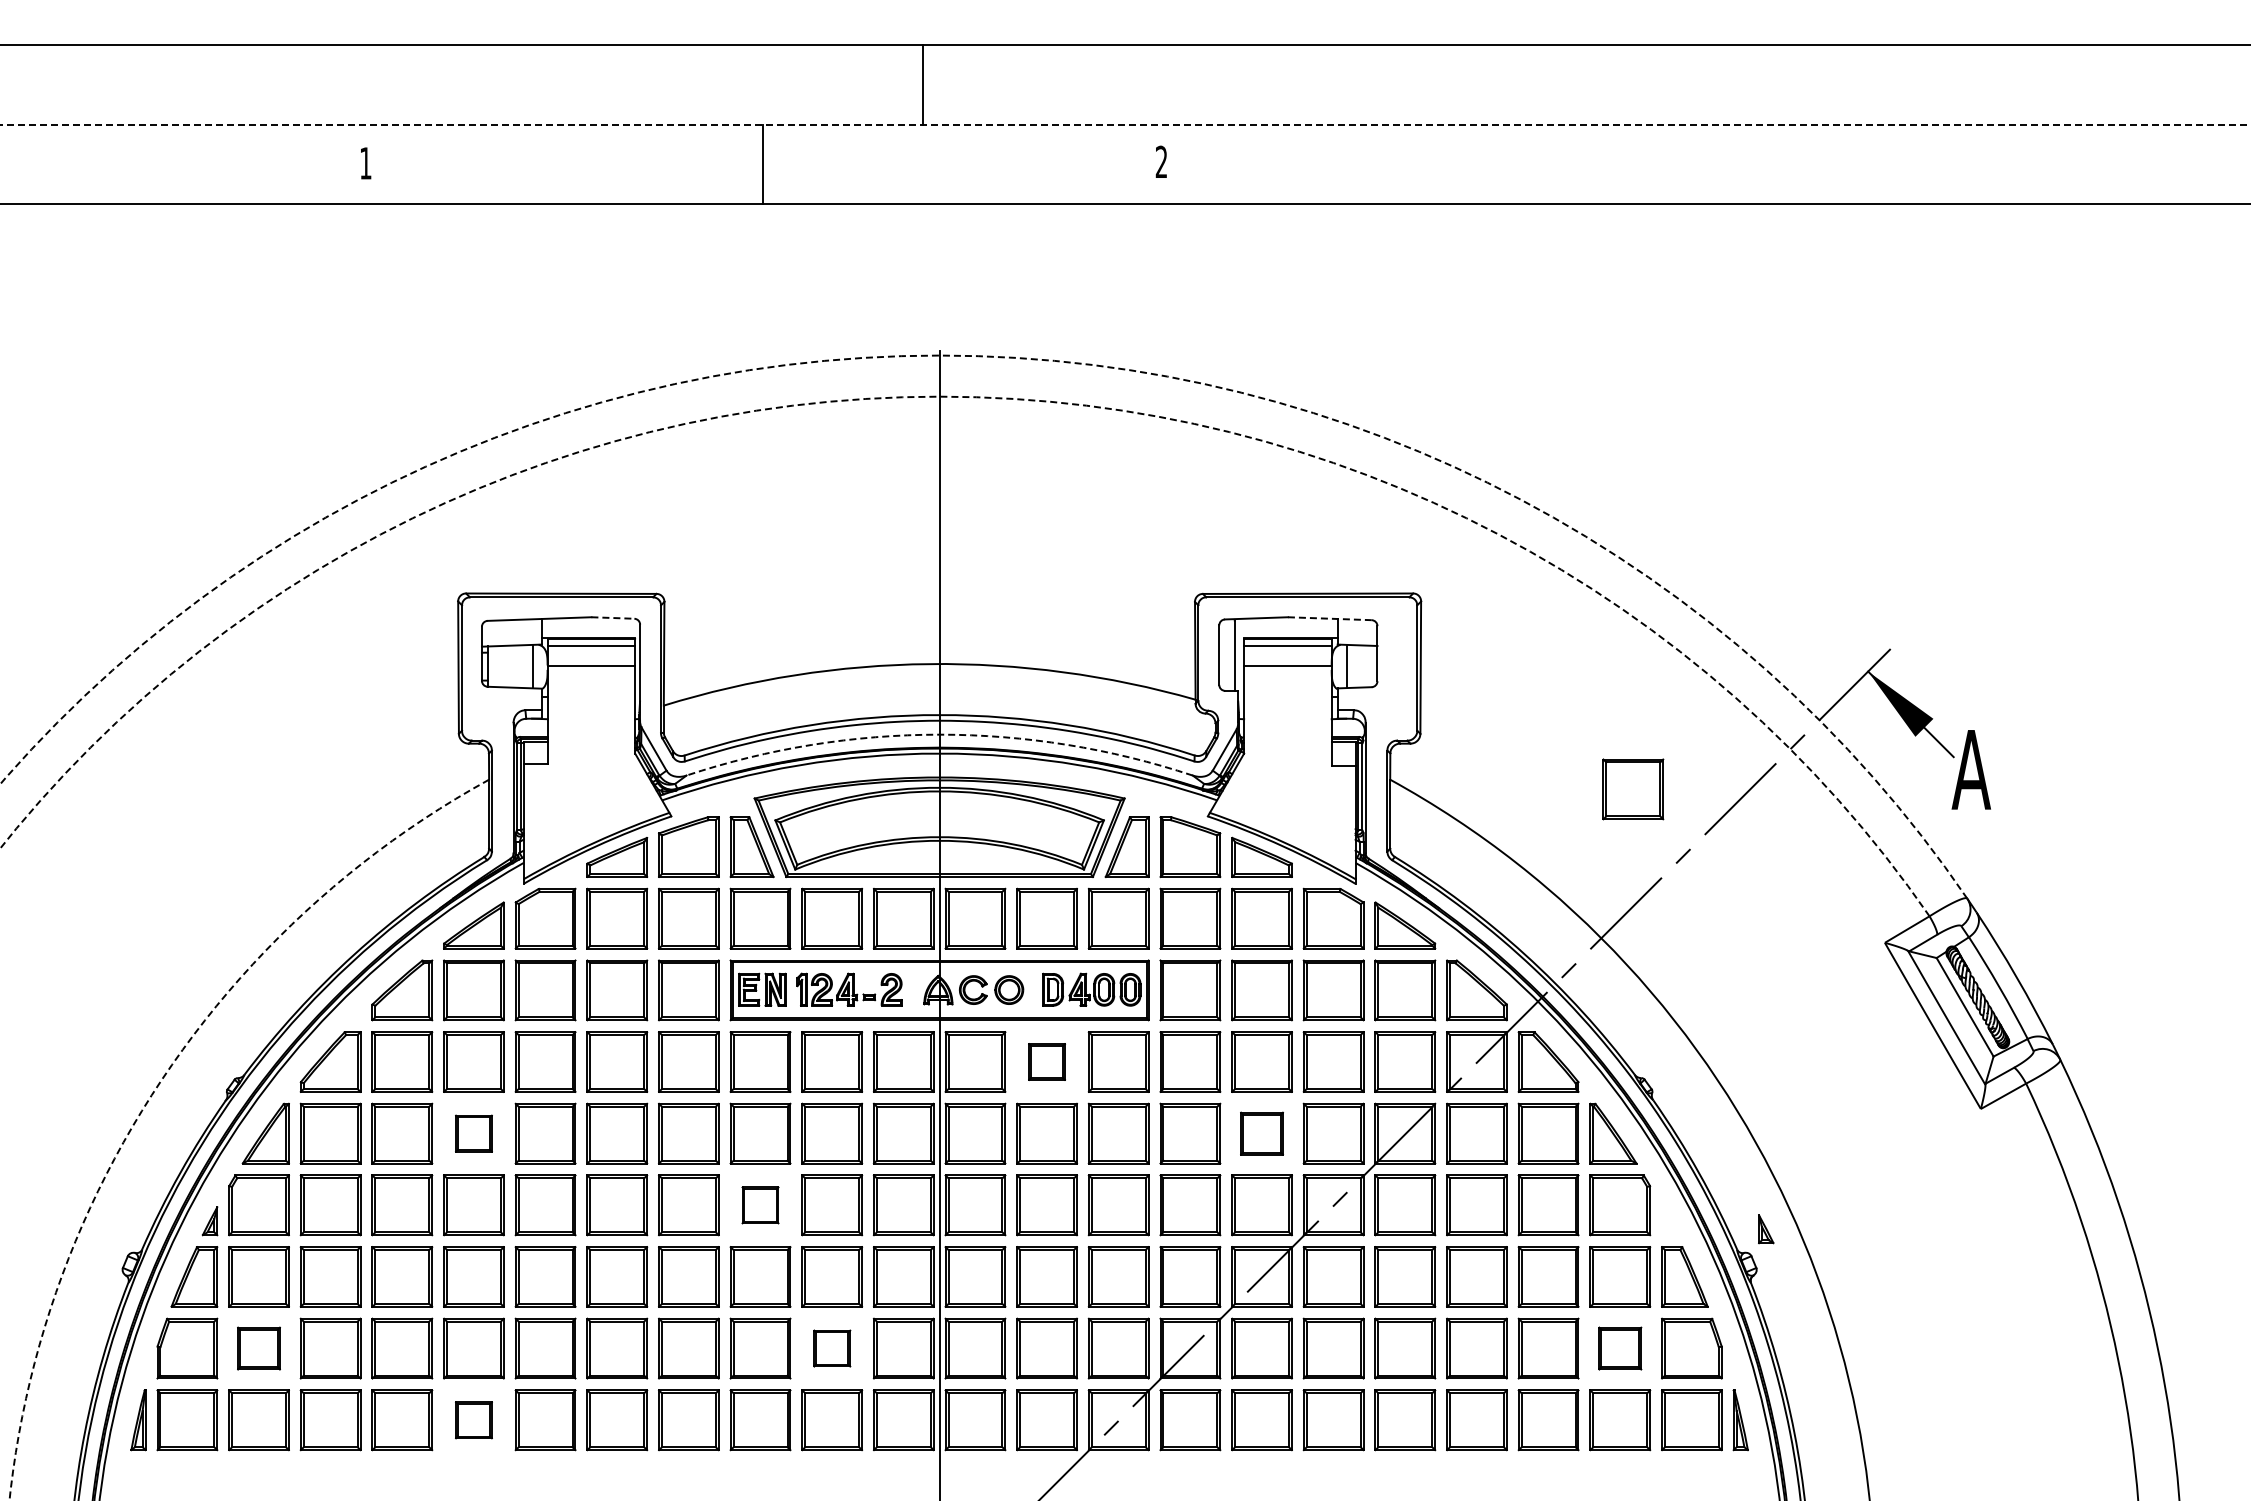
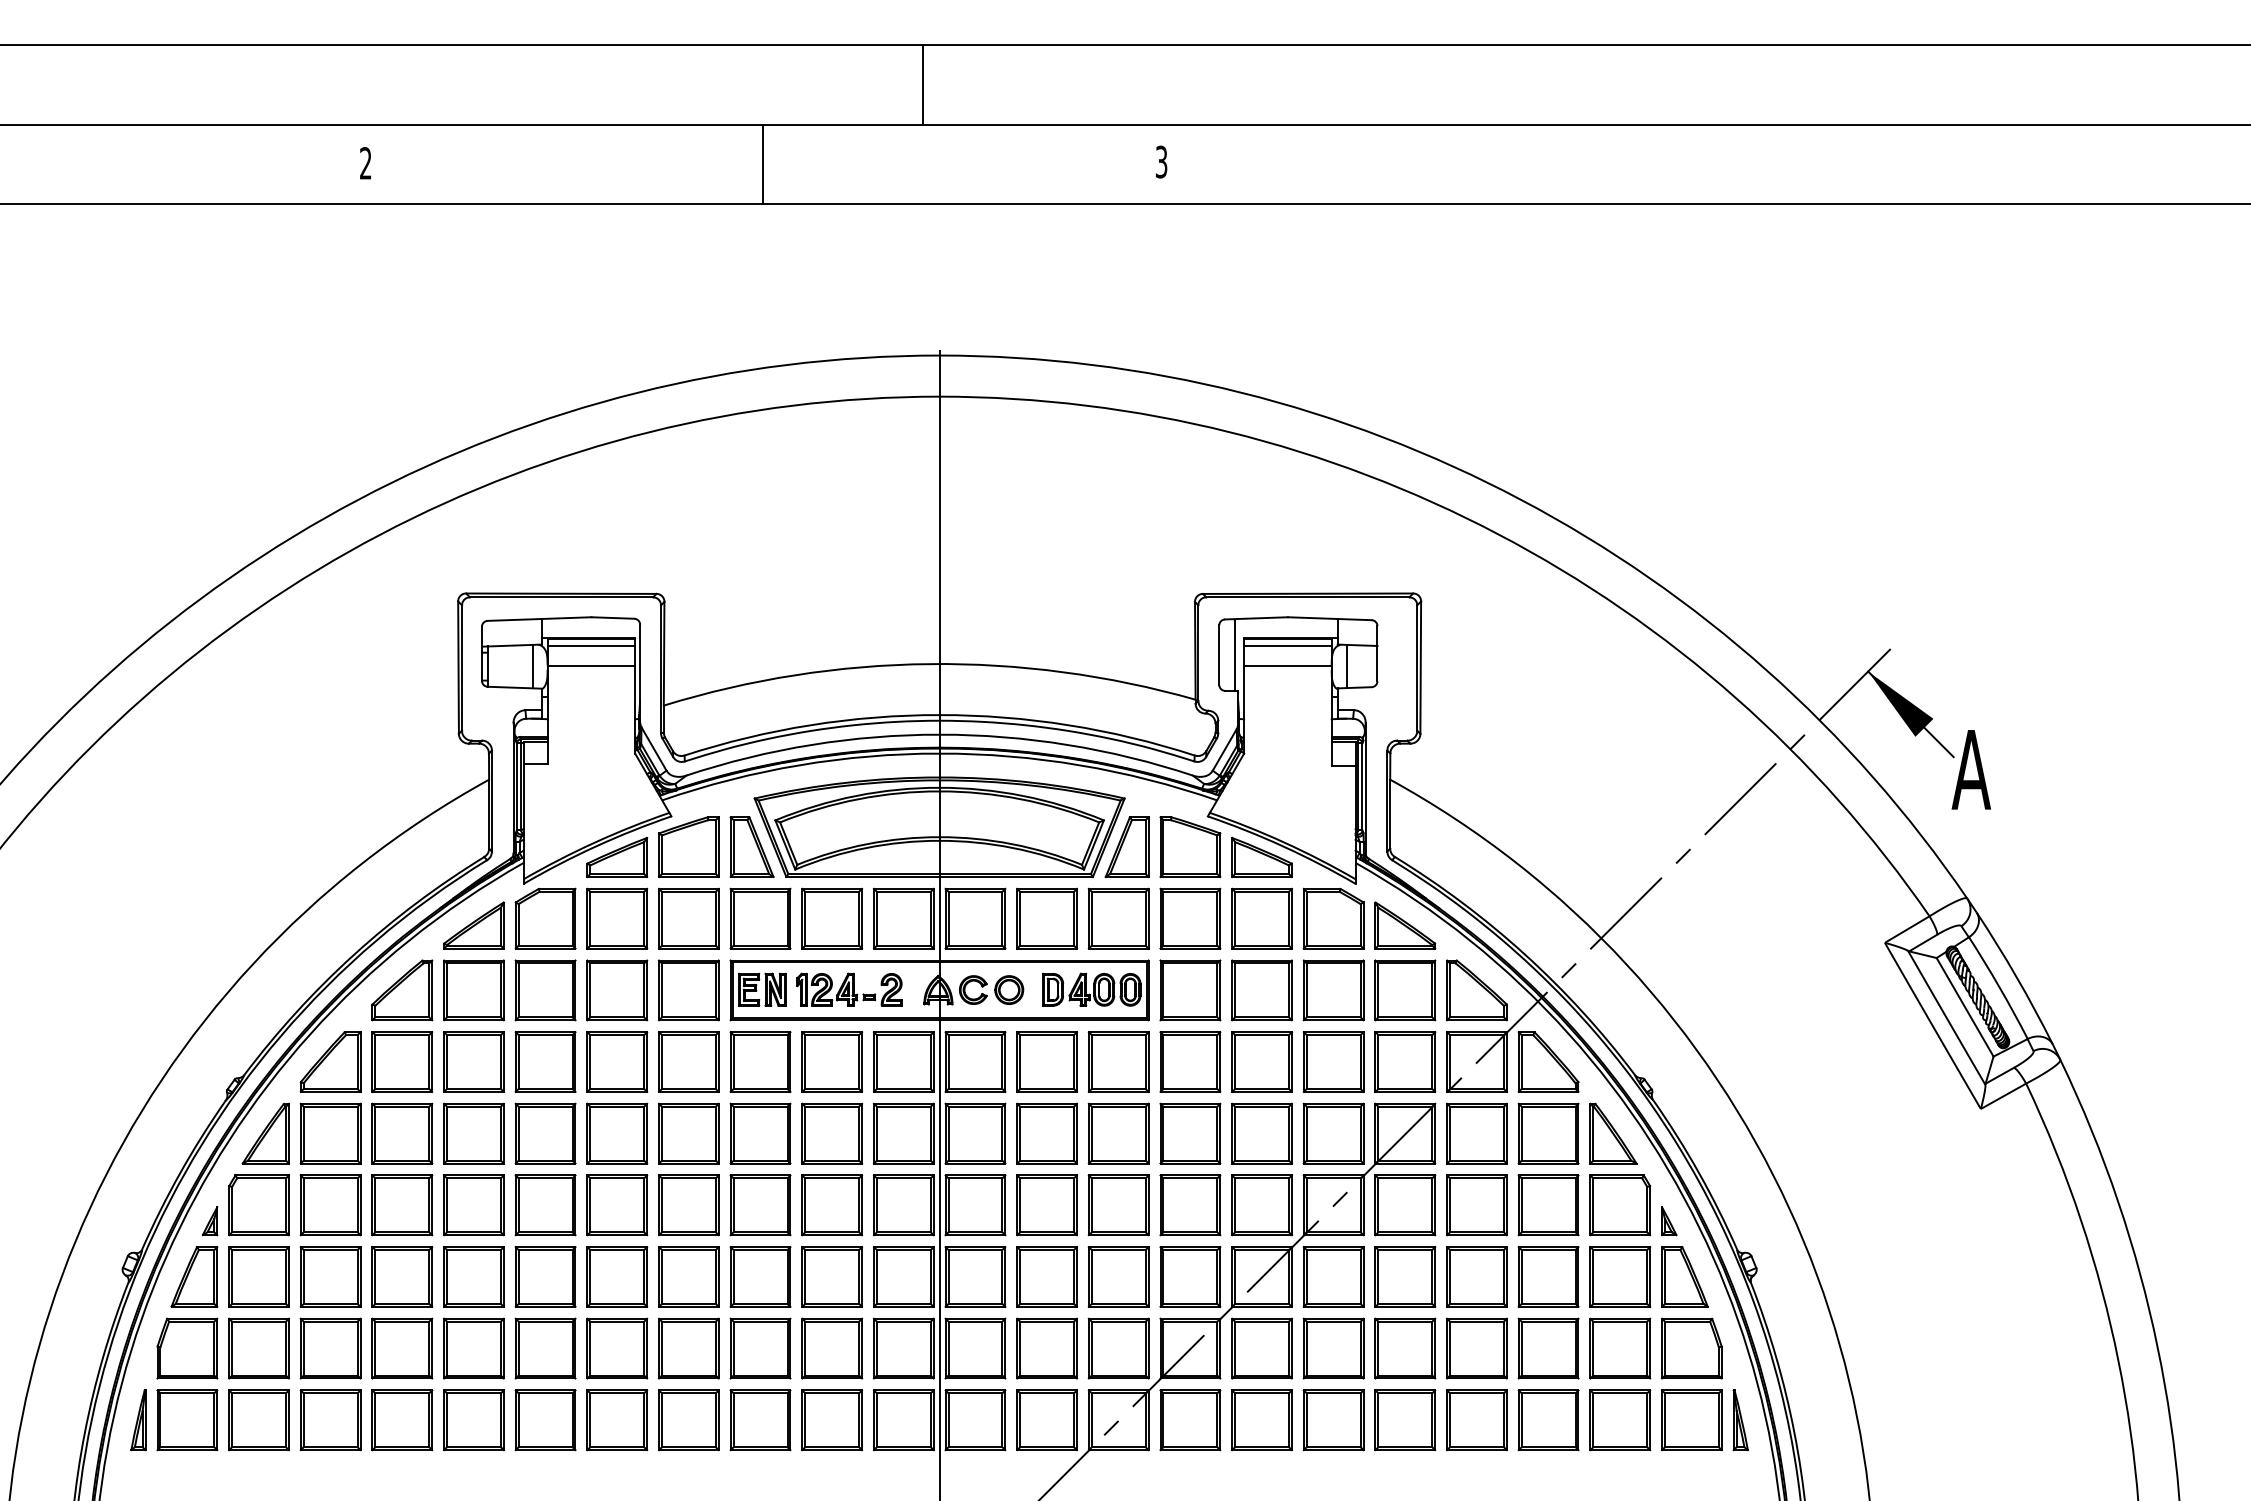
line at (1125, 124): dashed -> solid
text at (1161, 162): 2 -> 3
text at (365, 163): 1 -> 2
arc at (1011, 357): dashed -> solid
arc at (981, 397): dashed -> solid
line at (612, 618): dashed -> solid
line at (1329, 618): dashed -> solid
arc at (939, 734): dashed -> solid
part at (1633, 789): present -> none
part at (1046, 1061) size: 38x38 px -> 62x62 px
arc at (161, 1080): dashed -> solid
part at (473, 1133) size: 38x39 px -> 62x63 px
part at (1261, 1133) size: 44x45 px -> 62x63 px
part at (760, 1205) size: 39x39 px -> 63x63 px
part at (1766, 1229) position: (1766, 1229) -> (1669, 1221)
part at (258, 1348) size: 44x45 px -> 62x63 px
part at (832, 1348) size: 39x39 px -> 63x63 px
part at (1620, 1348) size: 45x45 px -> 63x63 px
part at (473, 1420) size: 38x39 px -> 62x63 px
